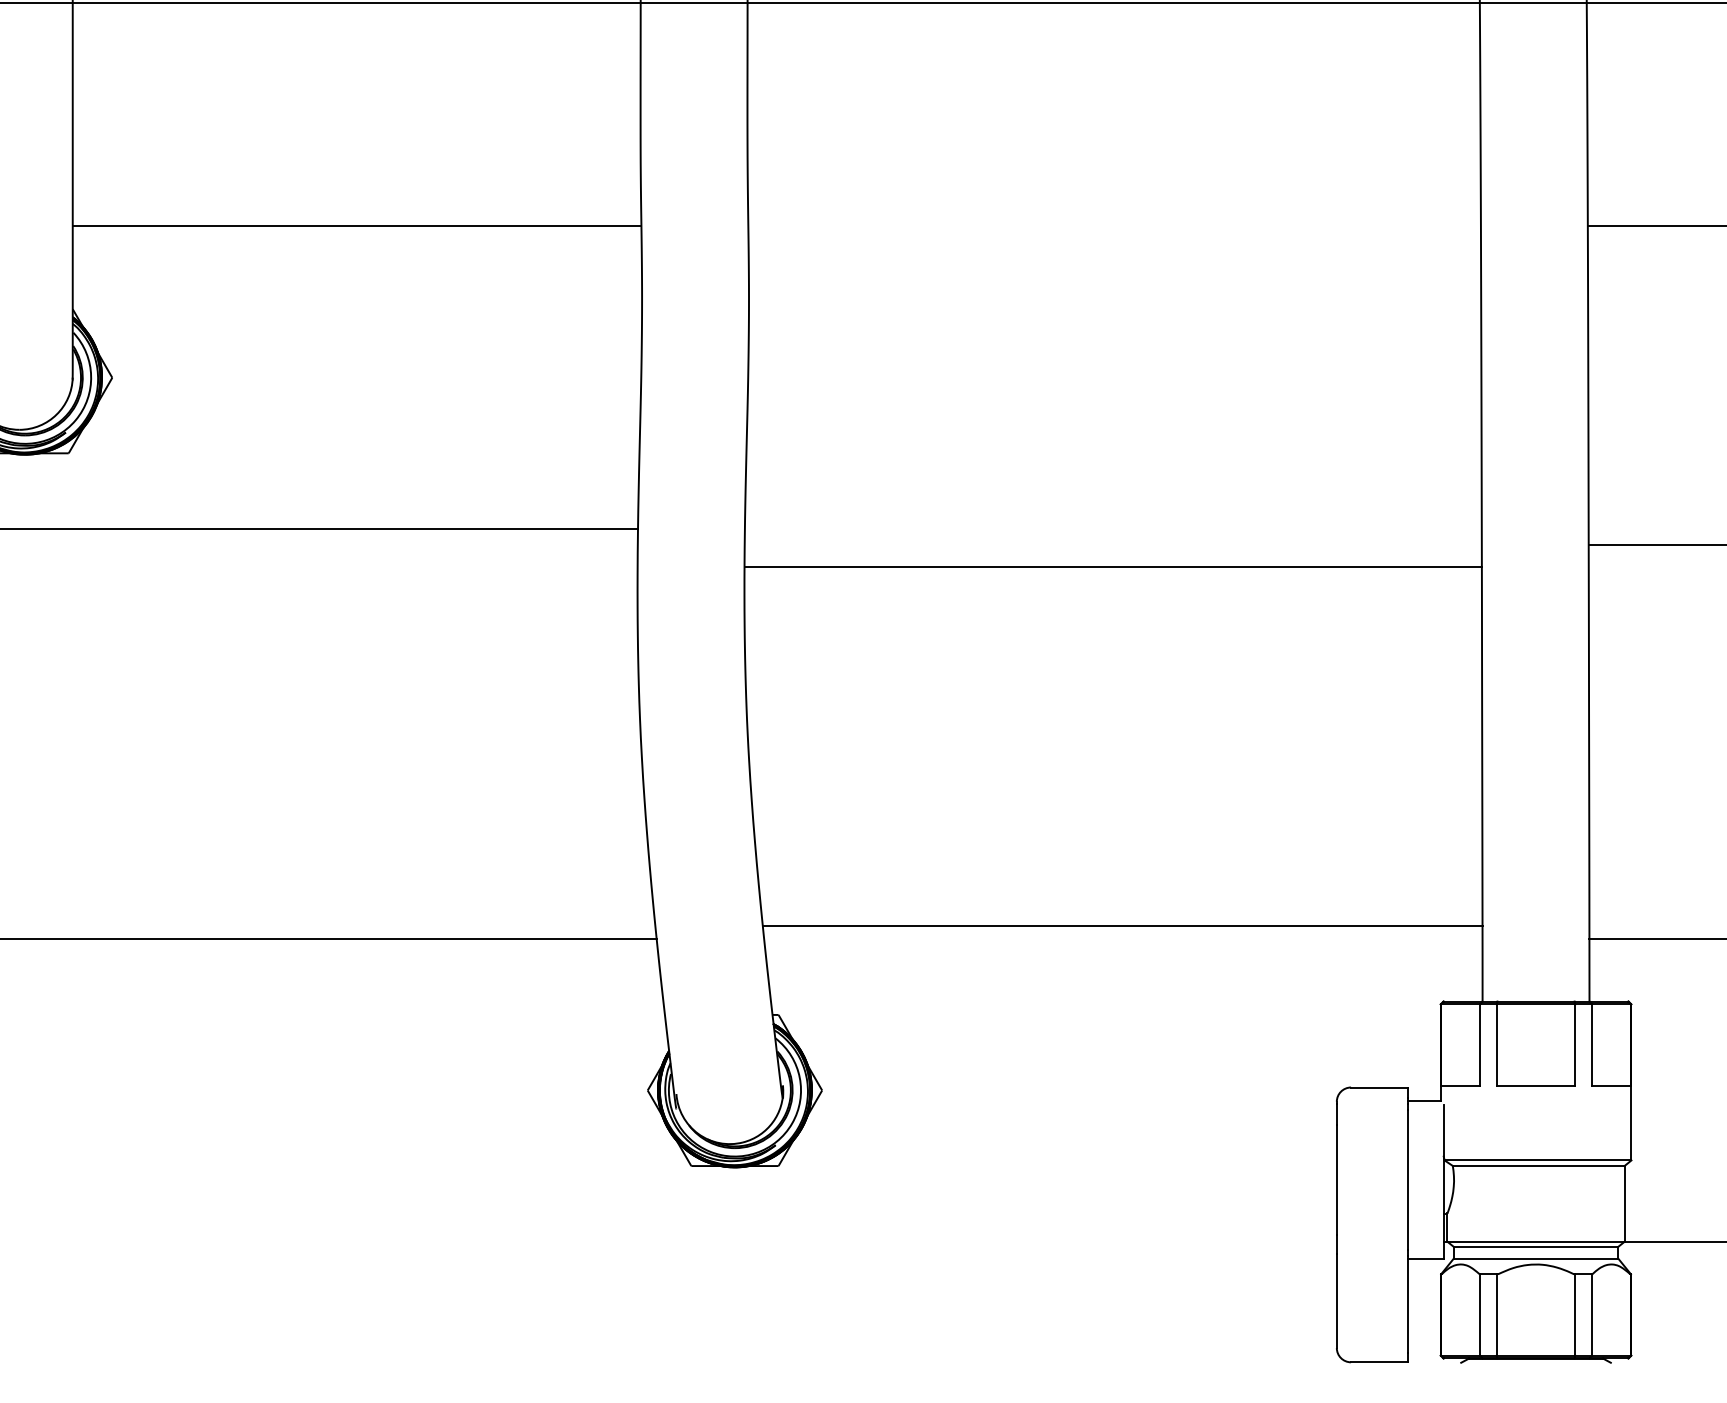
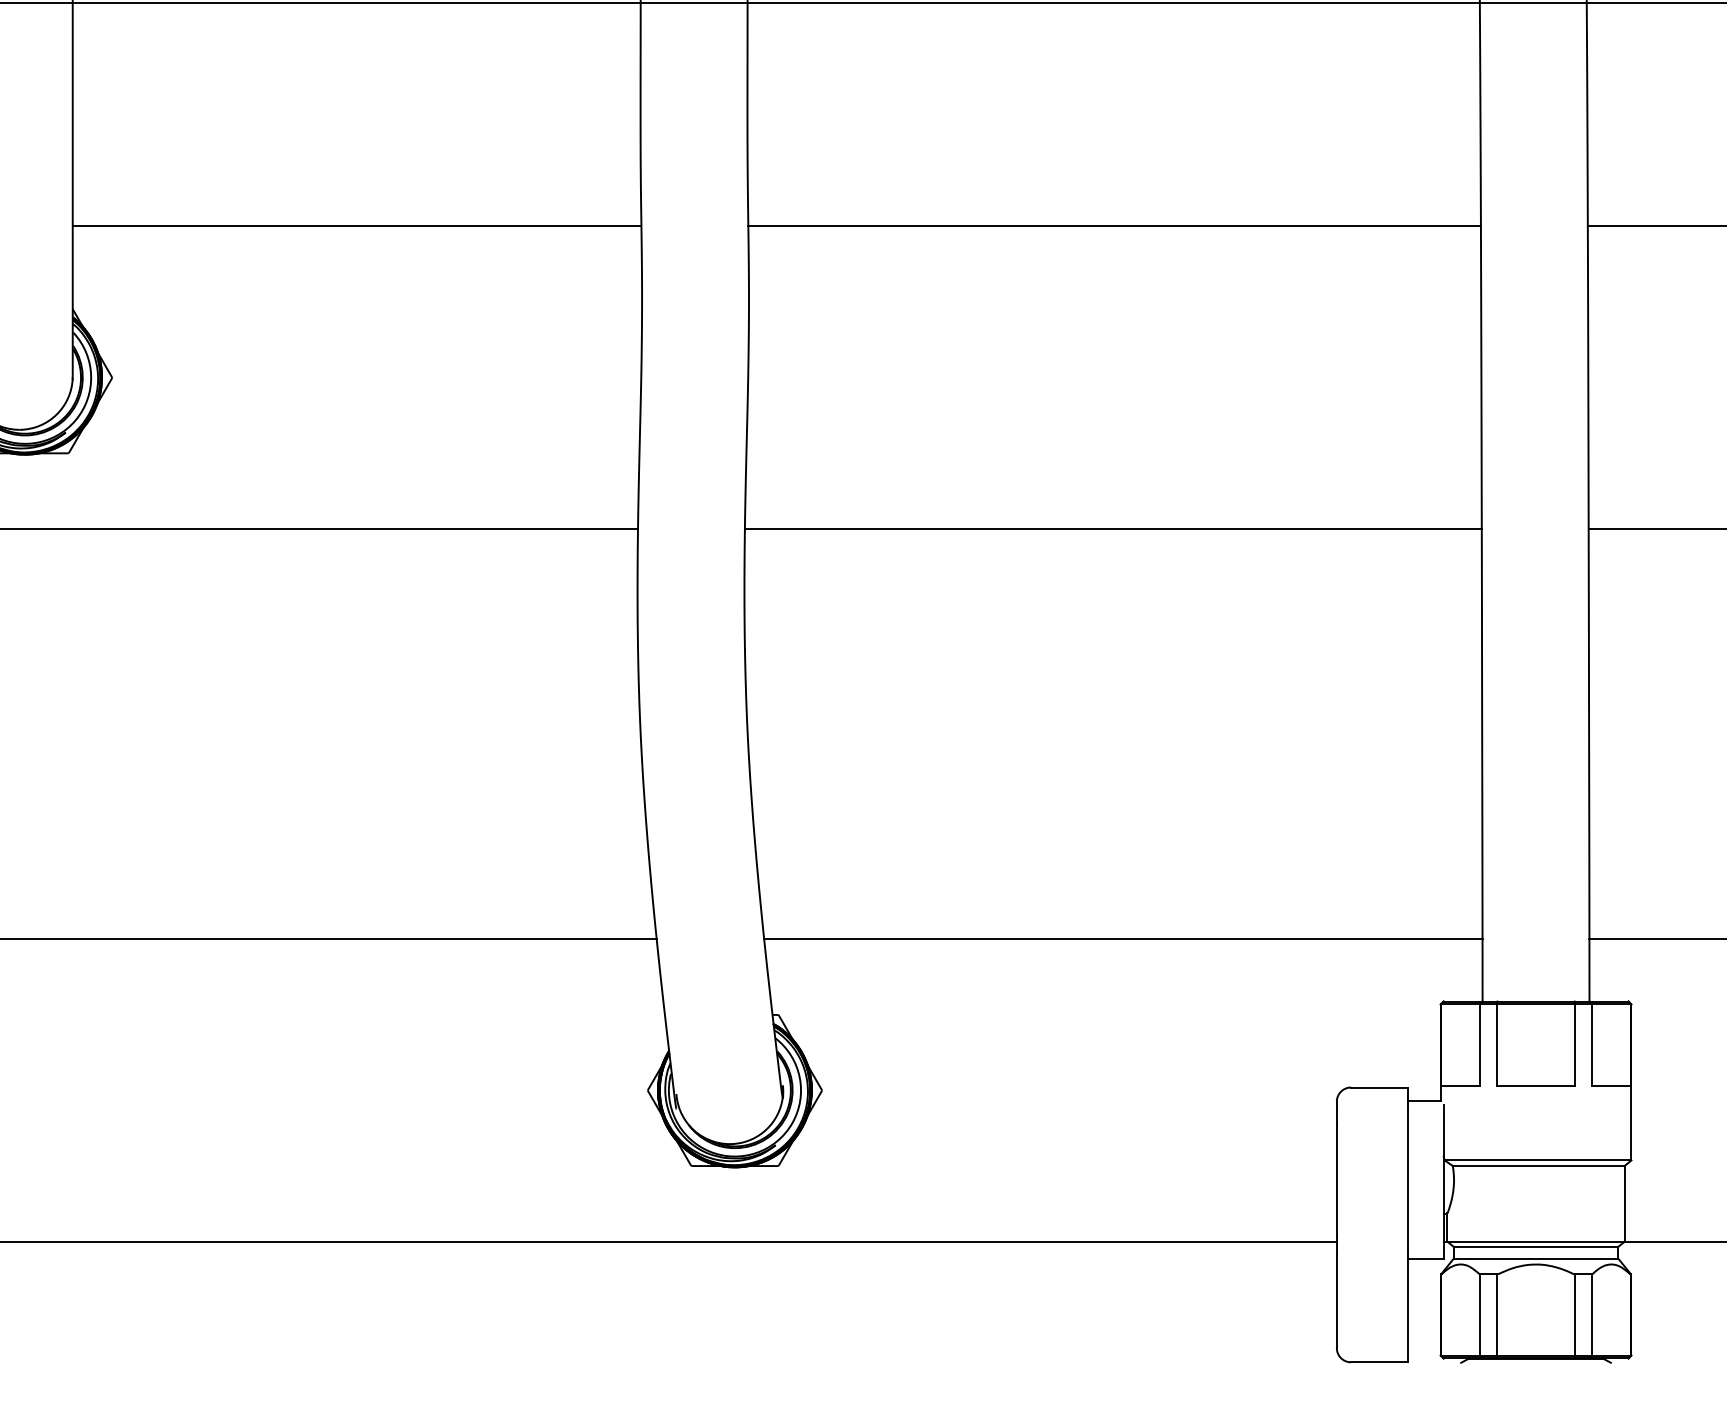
line at (1114, 226): none -> present
line at (1655, 545) position: (1655, 545) -> (1655, 529)
line at (1112, 567) position: (1112, 567) -> (1112, 529)
line at (1123, 926) position: (1123, 926) -> (1123, 939)
line at (669, 1241): none -> present
